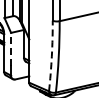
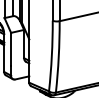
line at (11, 48): dashed -> solid
arc at (51, 56): dashed -> solid
